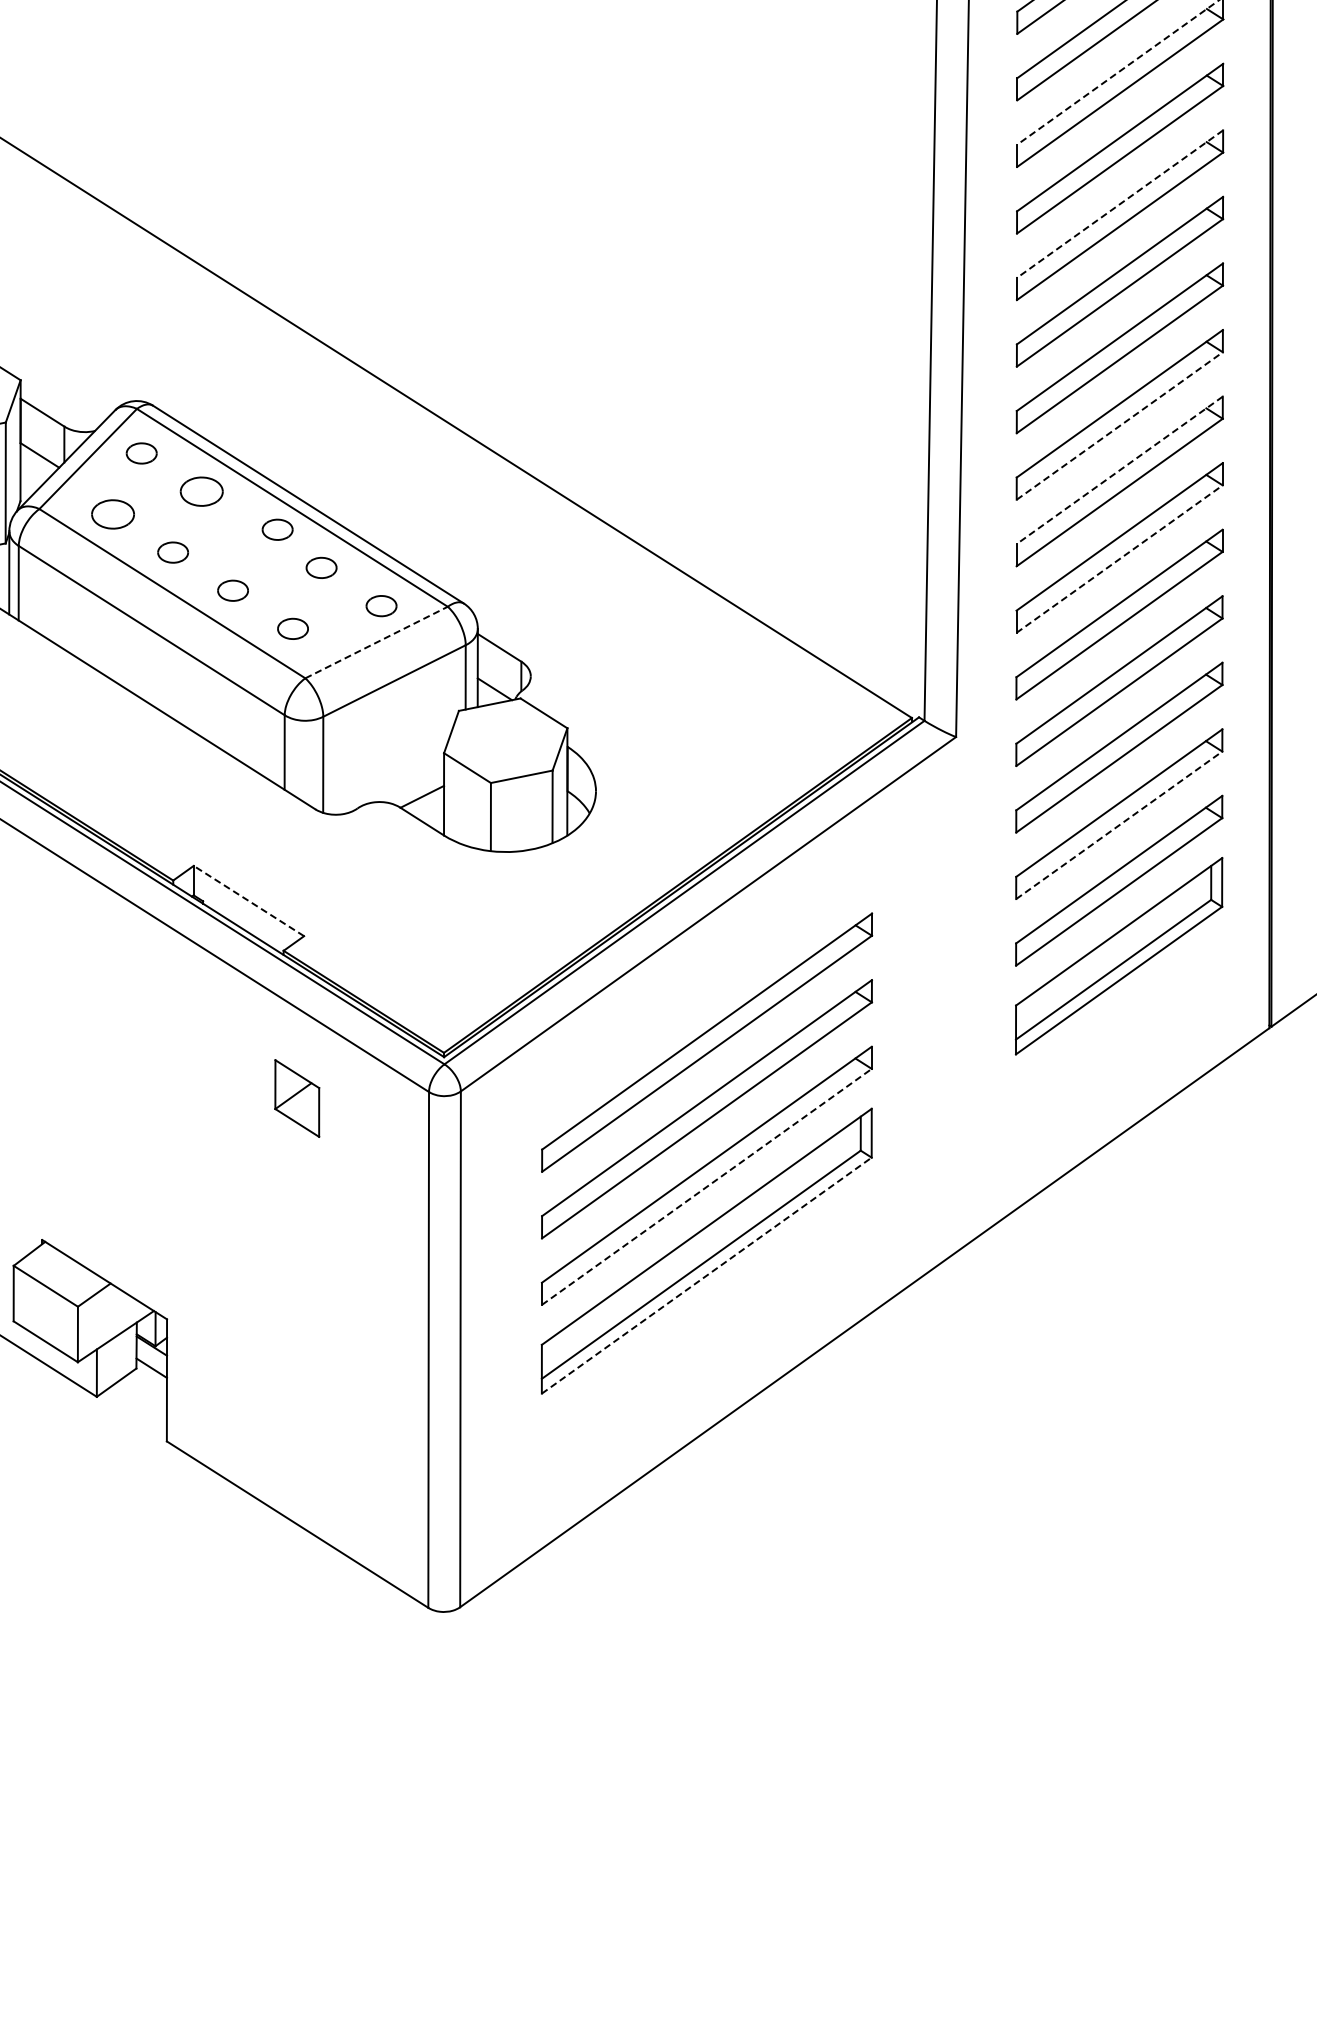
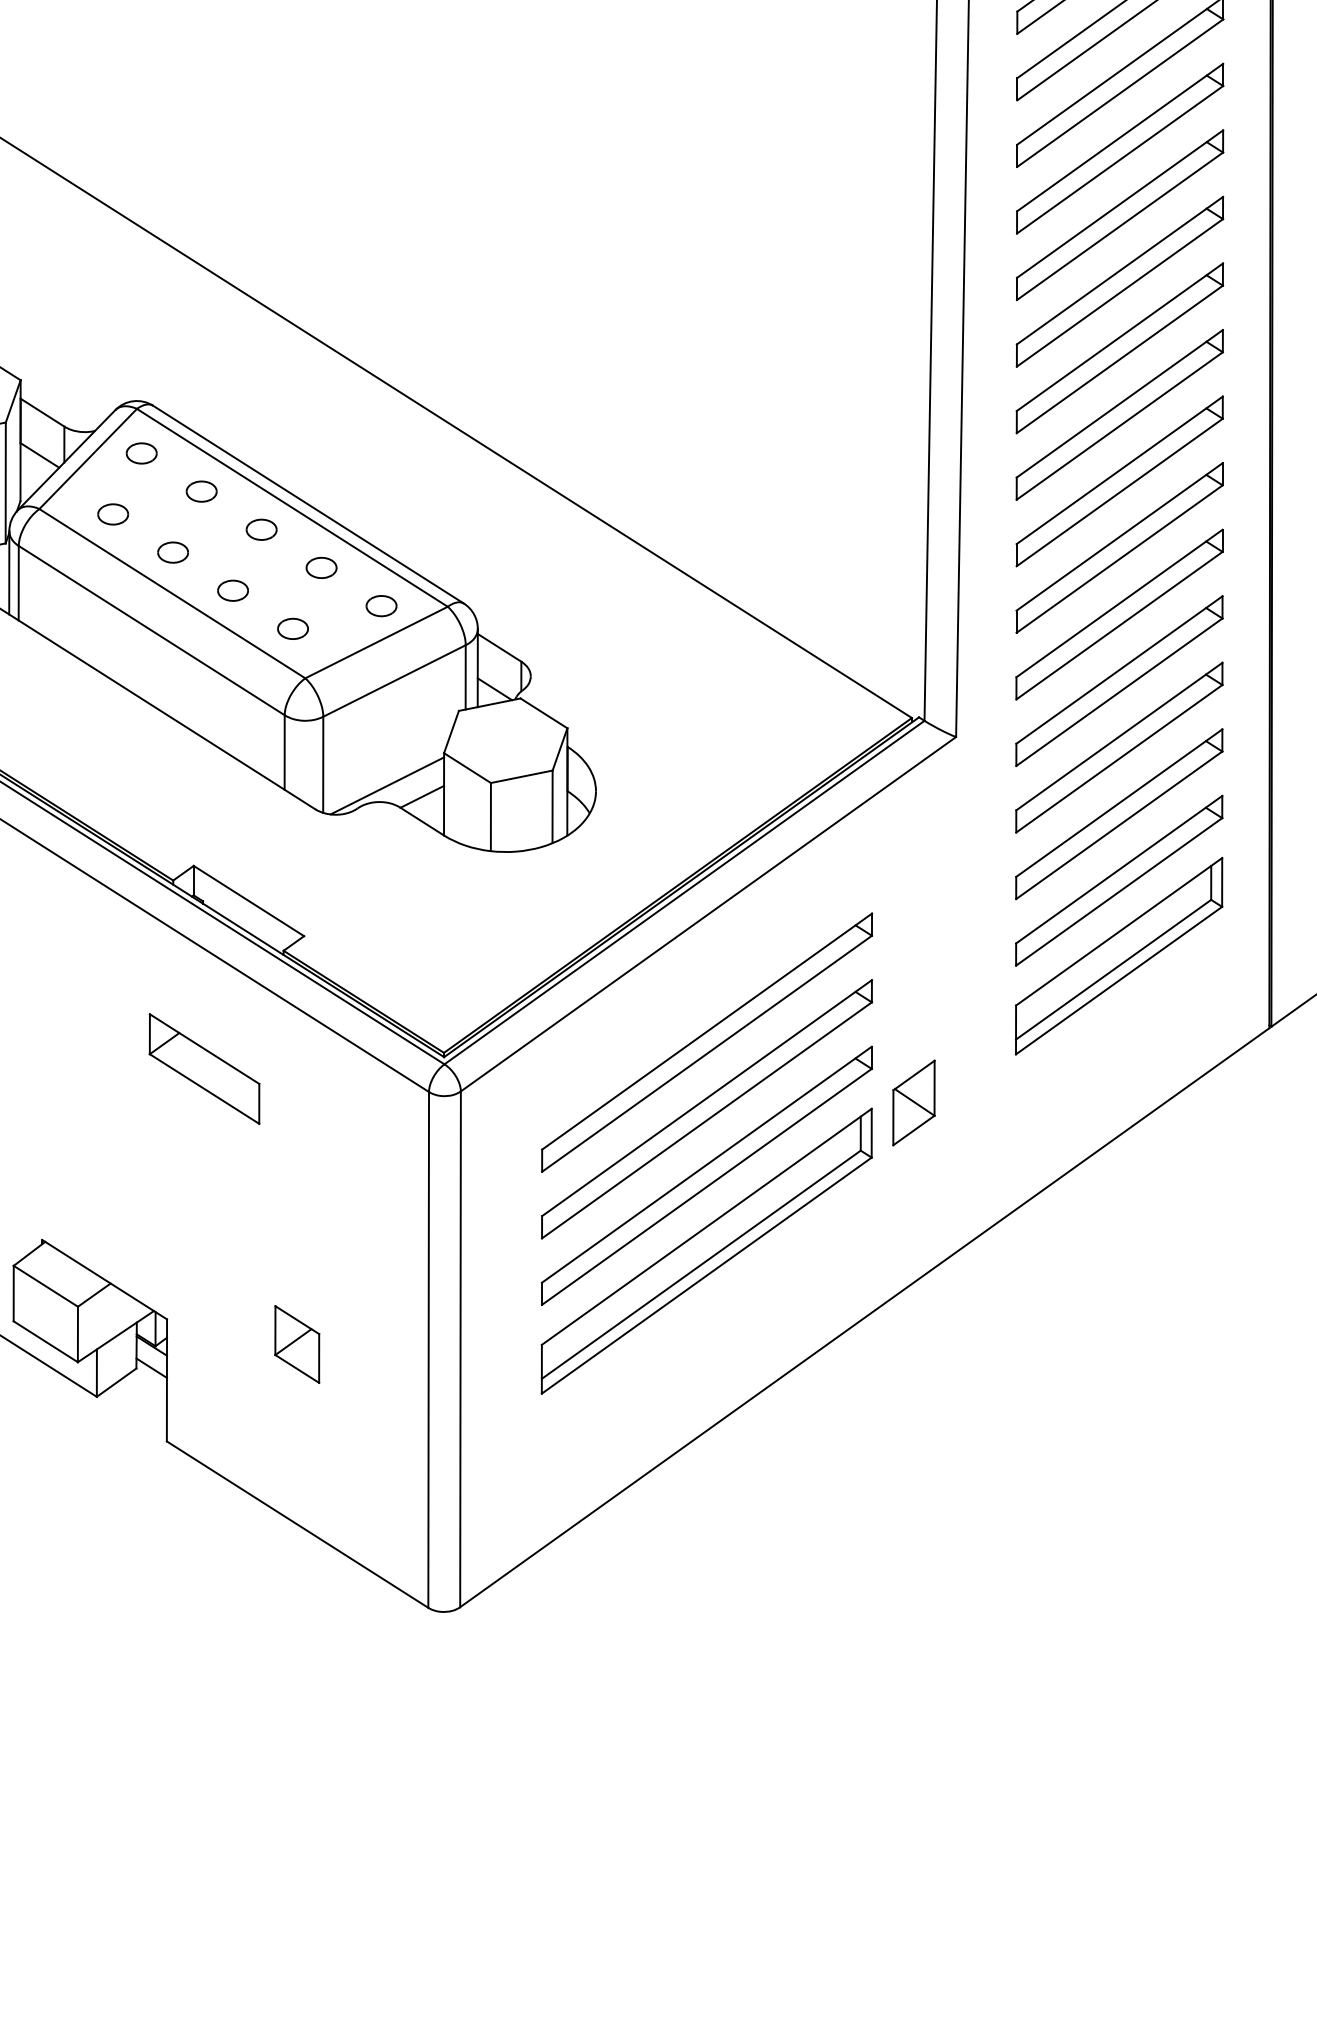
line at (1117, 72): dashed -> solid
line at (1120, 204): dashed -> solid
line at (1119, 426): dashed -> solid
line at (1119, 470): dashed -> solid
part at (201, 491) size: 45x31 px -> 33x23 px
part at (112, 514) size: 44x31 px -> 33x23 px
part at (277, 529) position: (277, 529) -> (261, 529)
line at (1119, 559): dashed -> solid
line at (376, 642): dashed -> solid
line at (387, 785): none -> present
line at (1119, 825): dashed -> solid
line at (248, 900): dashed -> solid
part at (204, 1068): none -> present
part at (297, 1098) position: (297, 1098) -> (297, 1344)
part at (913, 1102): none -> present
line at (706, 1186): dashed -> solid
line at (706, 1275): dashed -> solid
